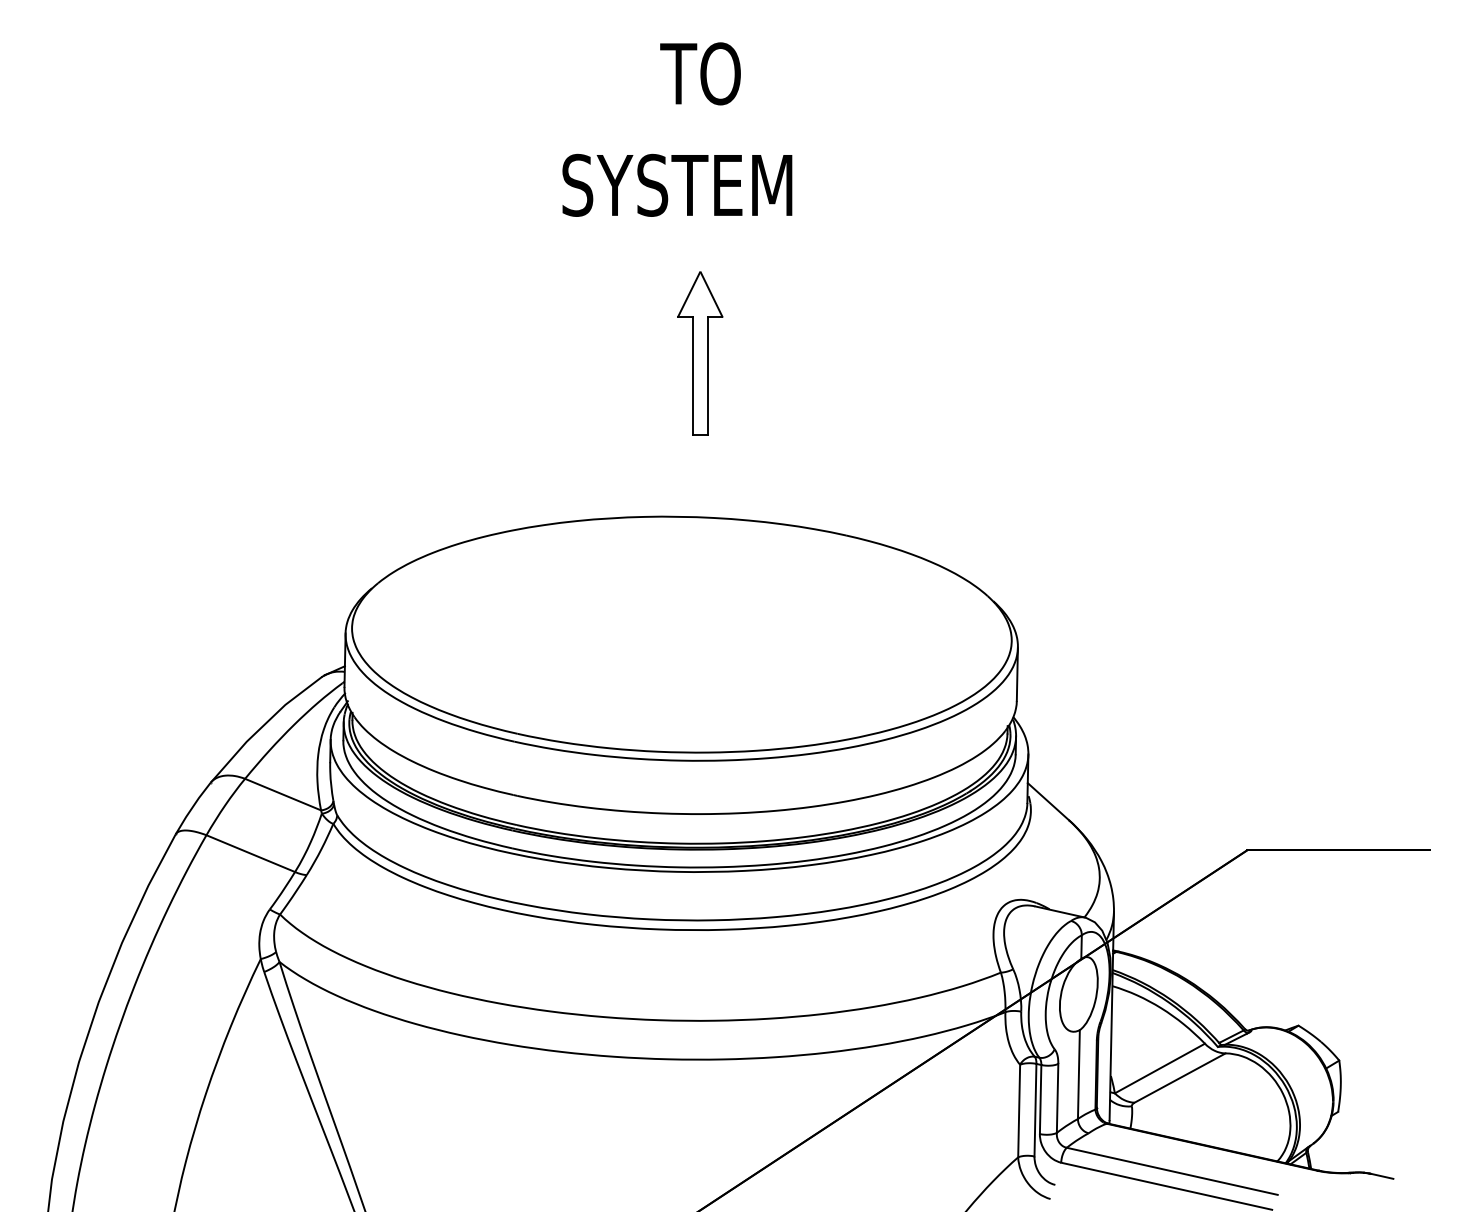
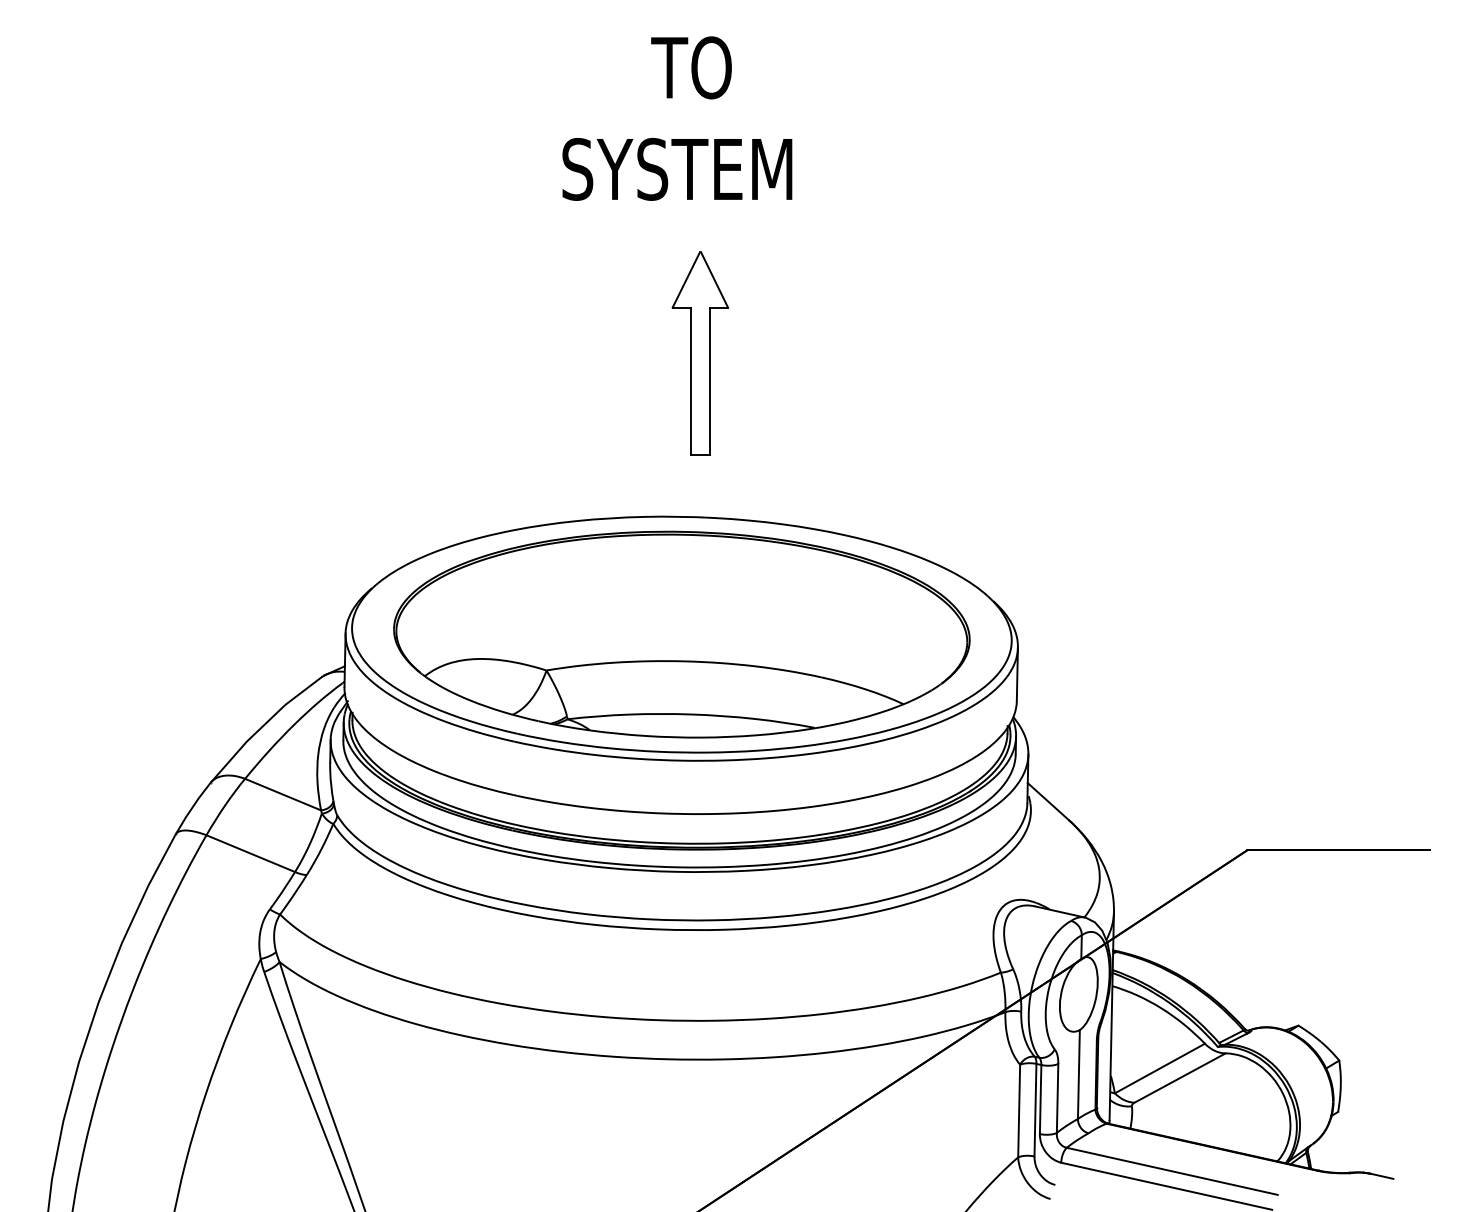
text at (700, 73) position: (700, 73) -> (691, 67)
text at (677, 184) position: (677, 184) -> (677, 168)
part at (700, 353) size: 47x165 px -> 58x205 px
part at (681, 634): none -> present
